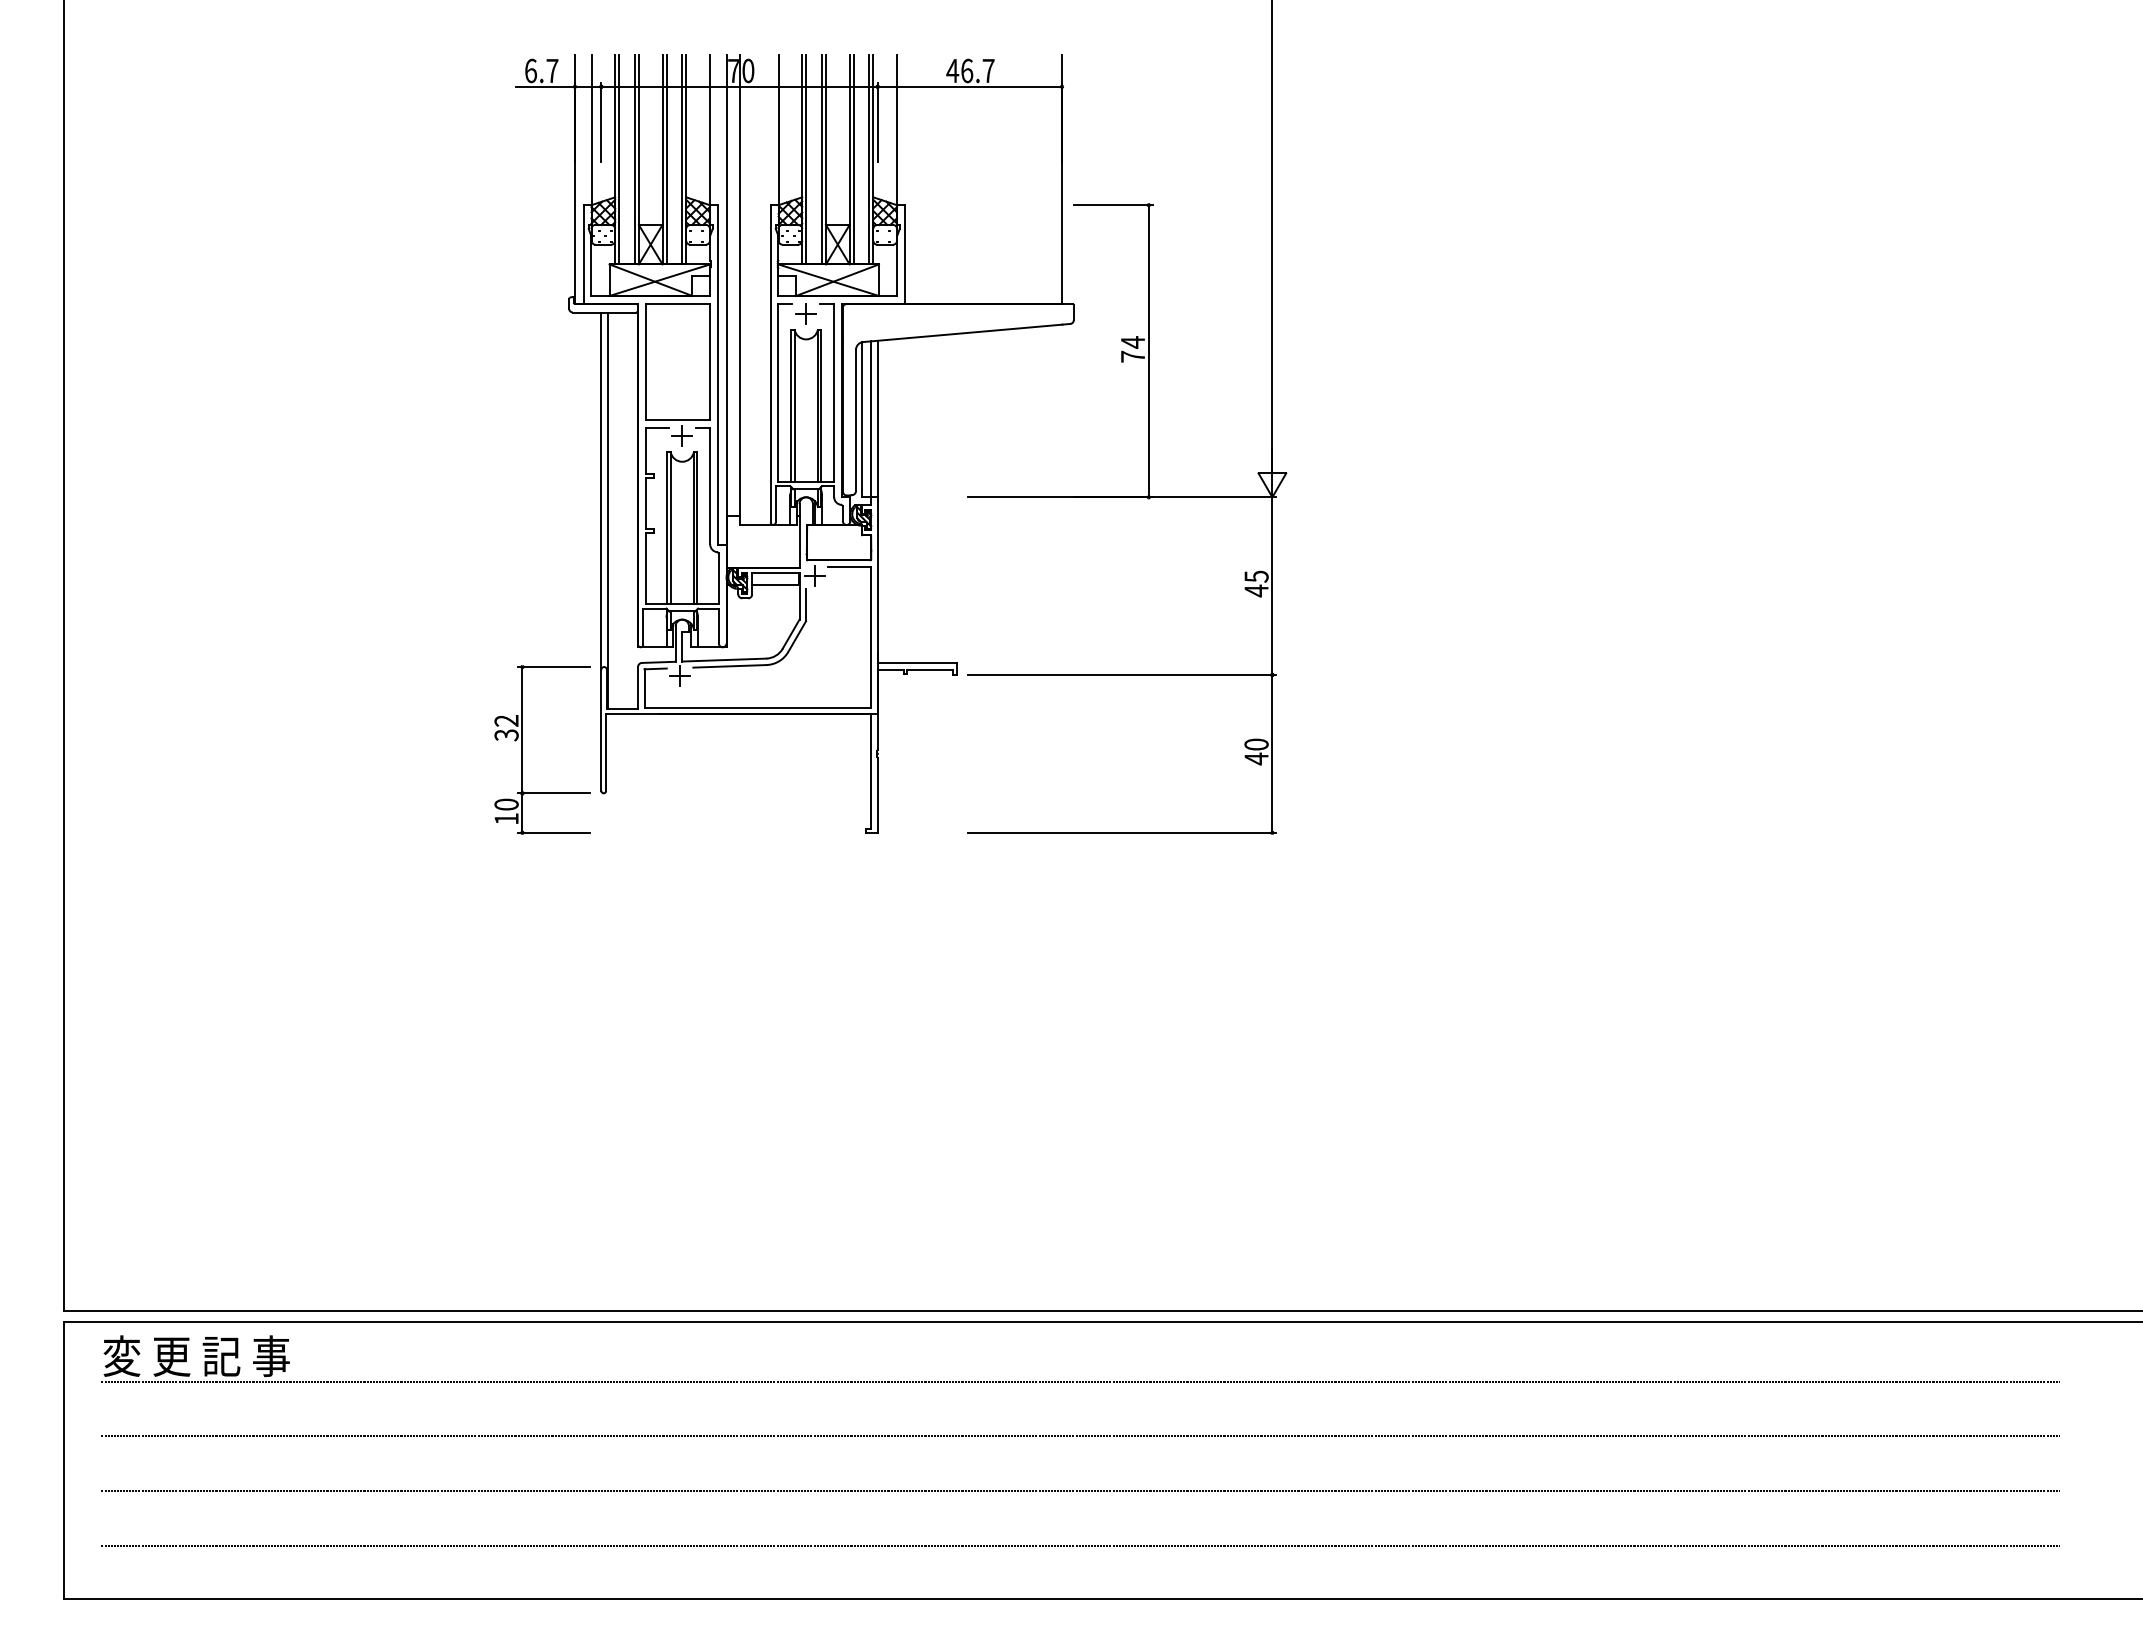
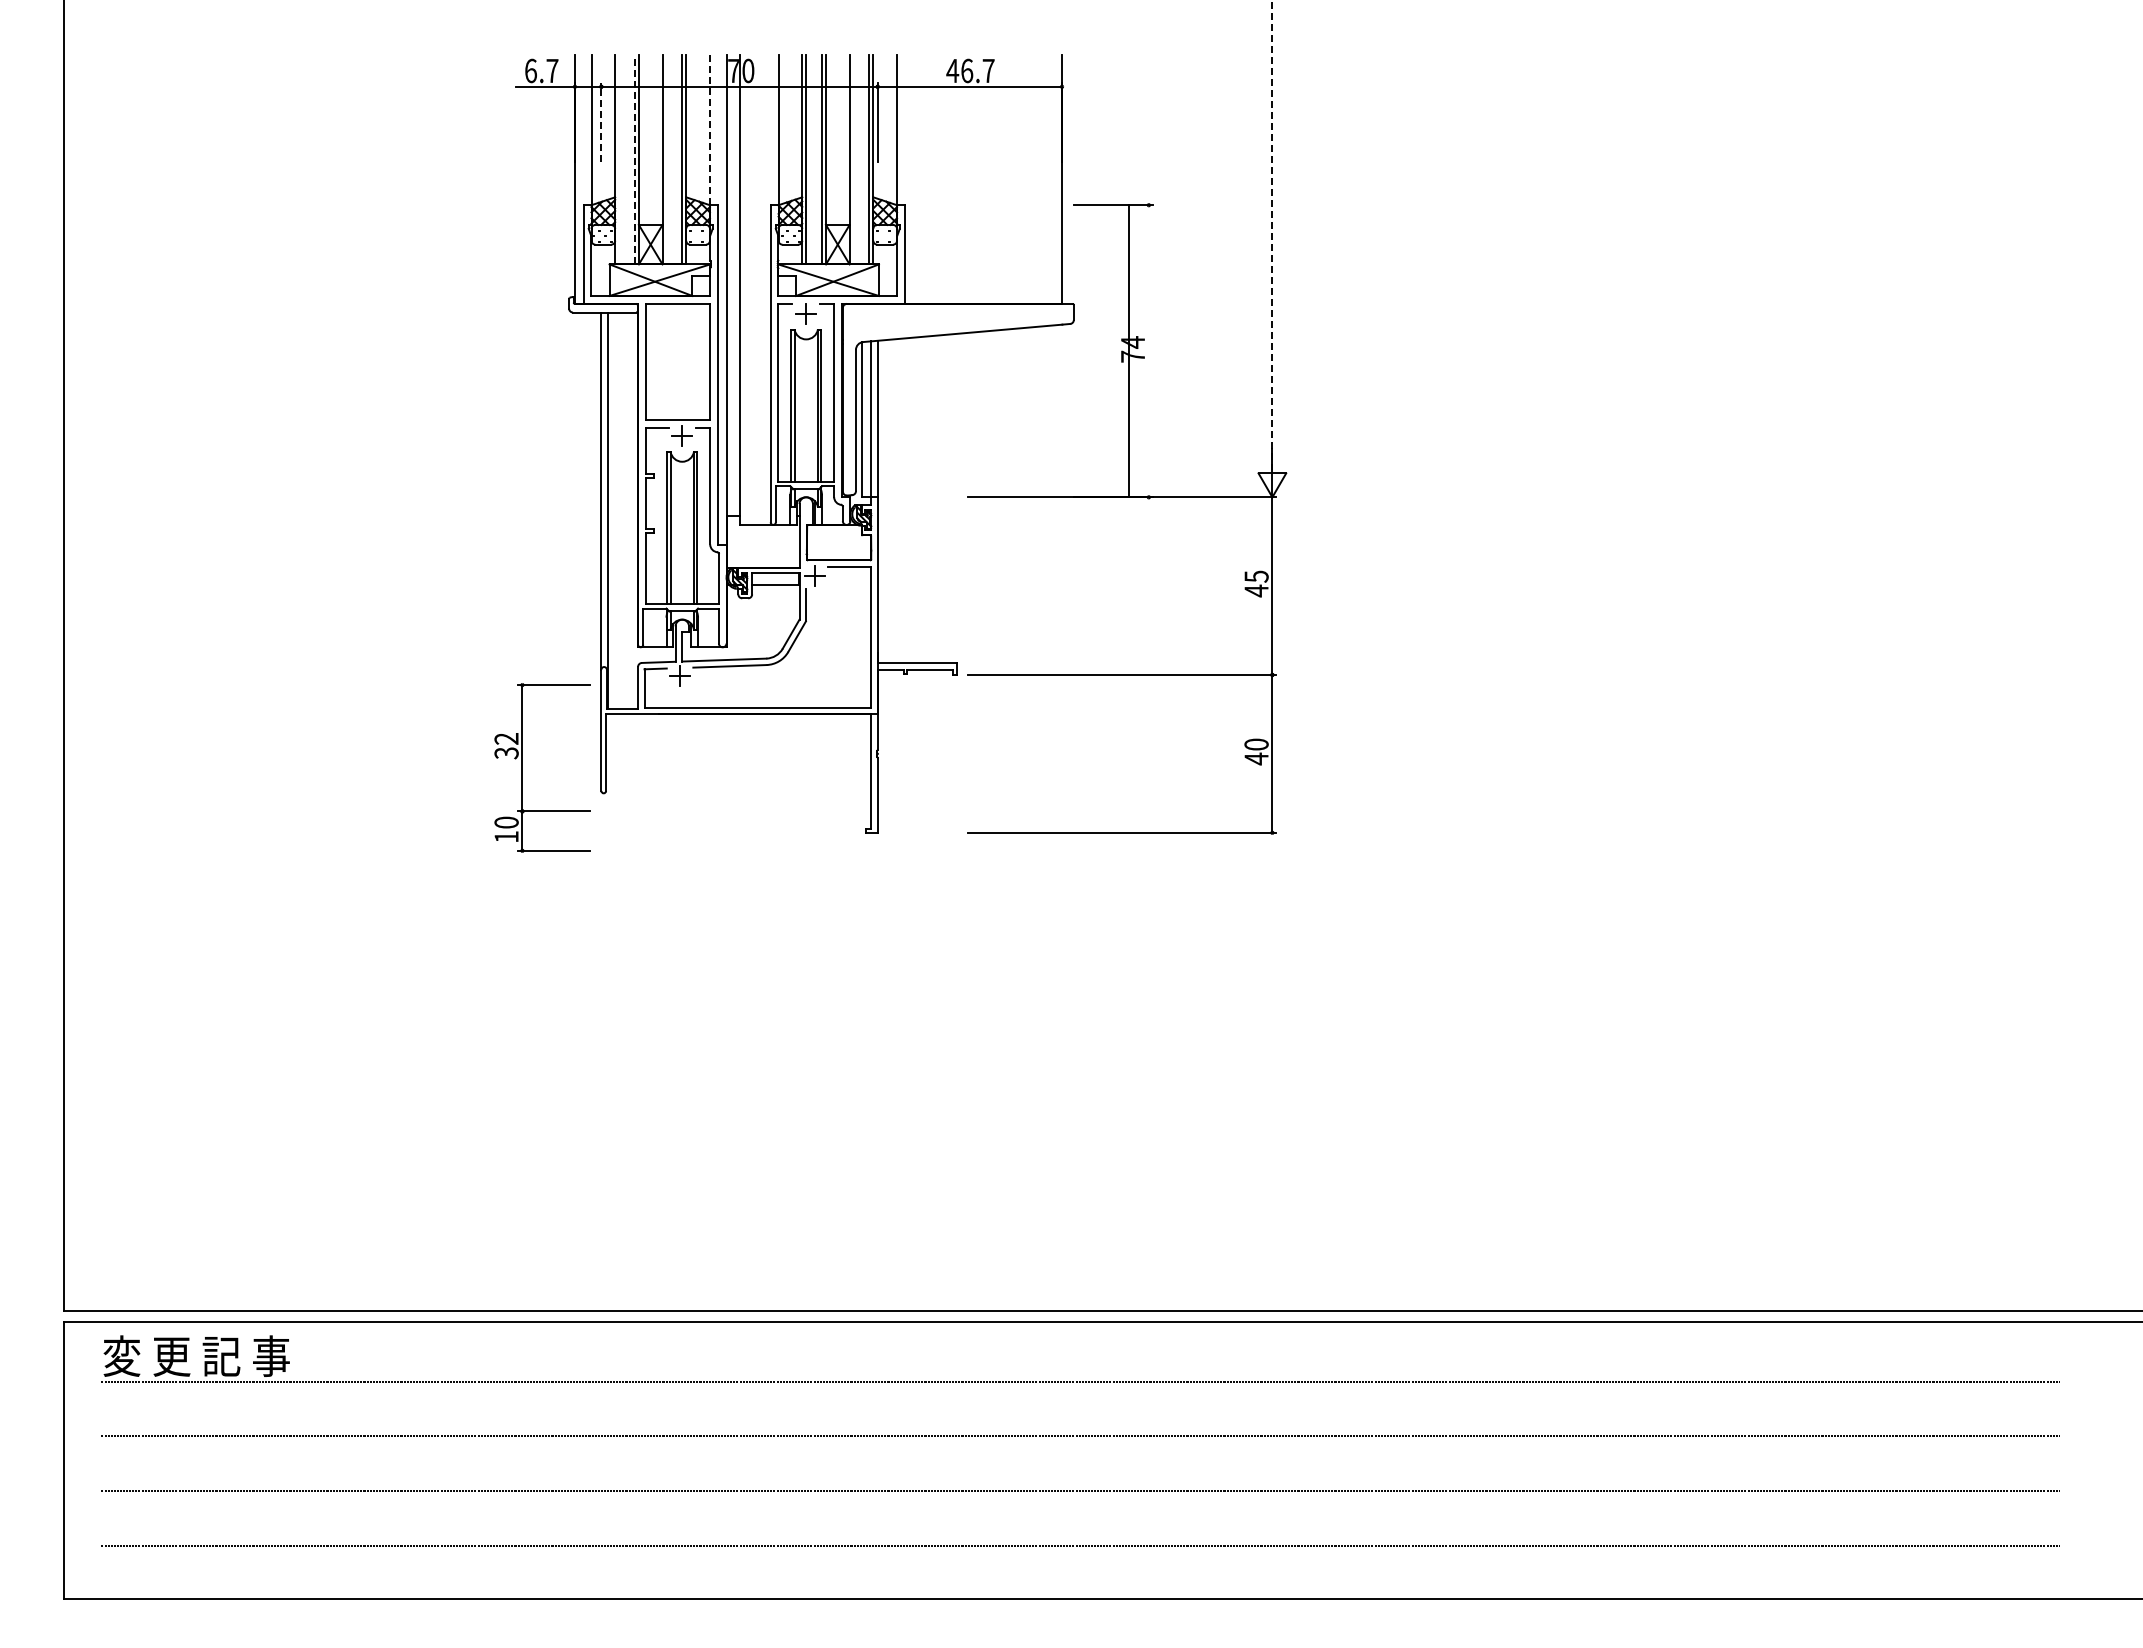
line at (601, 122): solid -> dashed
line at (709, 131): solid -> dashed
line at (619, 159): present -> none
line at (634, 159): solid -> dashed
line at (666, 159): present -> none
line at (853, 159): present -> none
line at (1272, 235): solid -> dashed
line at (1148, 351) position: (1148, 351) -> (1128, 351)
part at (522, 749) position: (522, 749) -> (522, 767)
